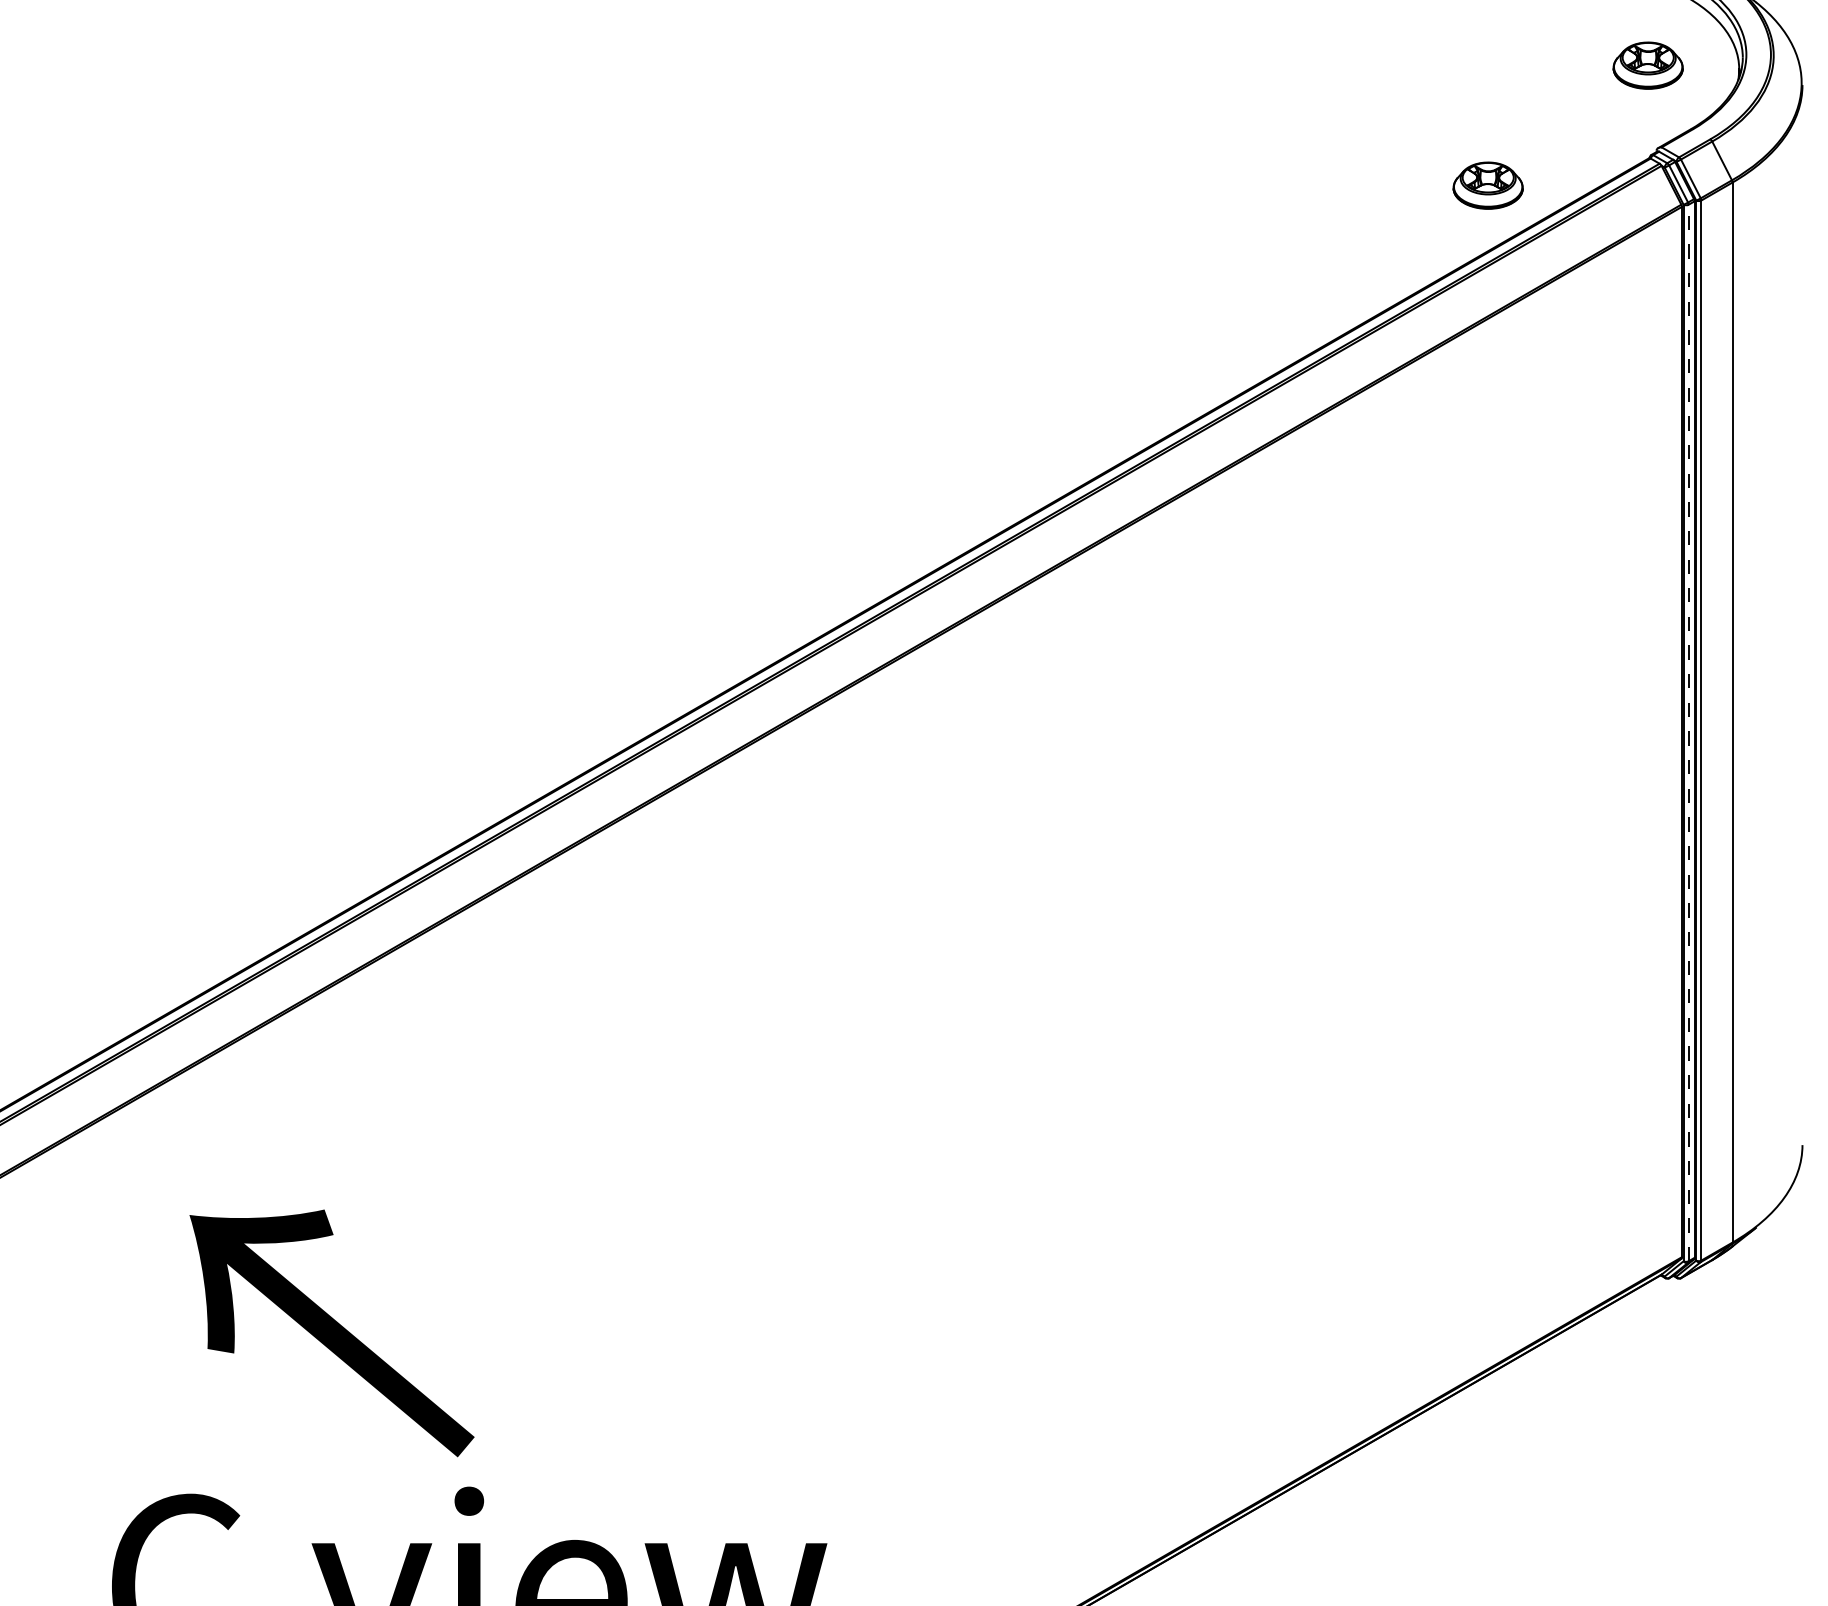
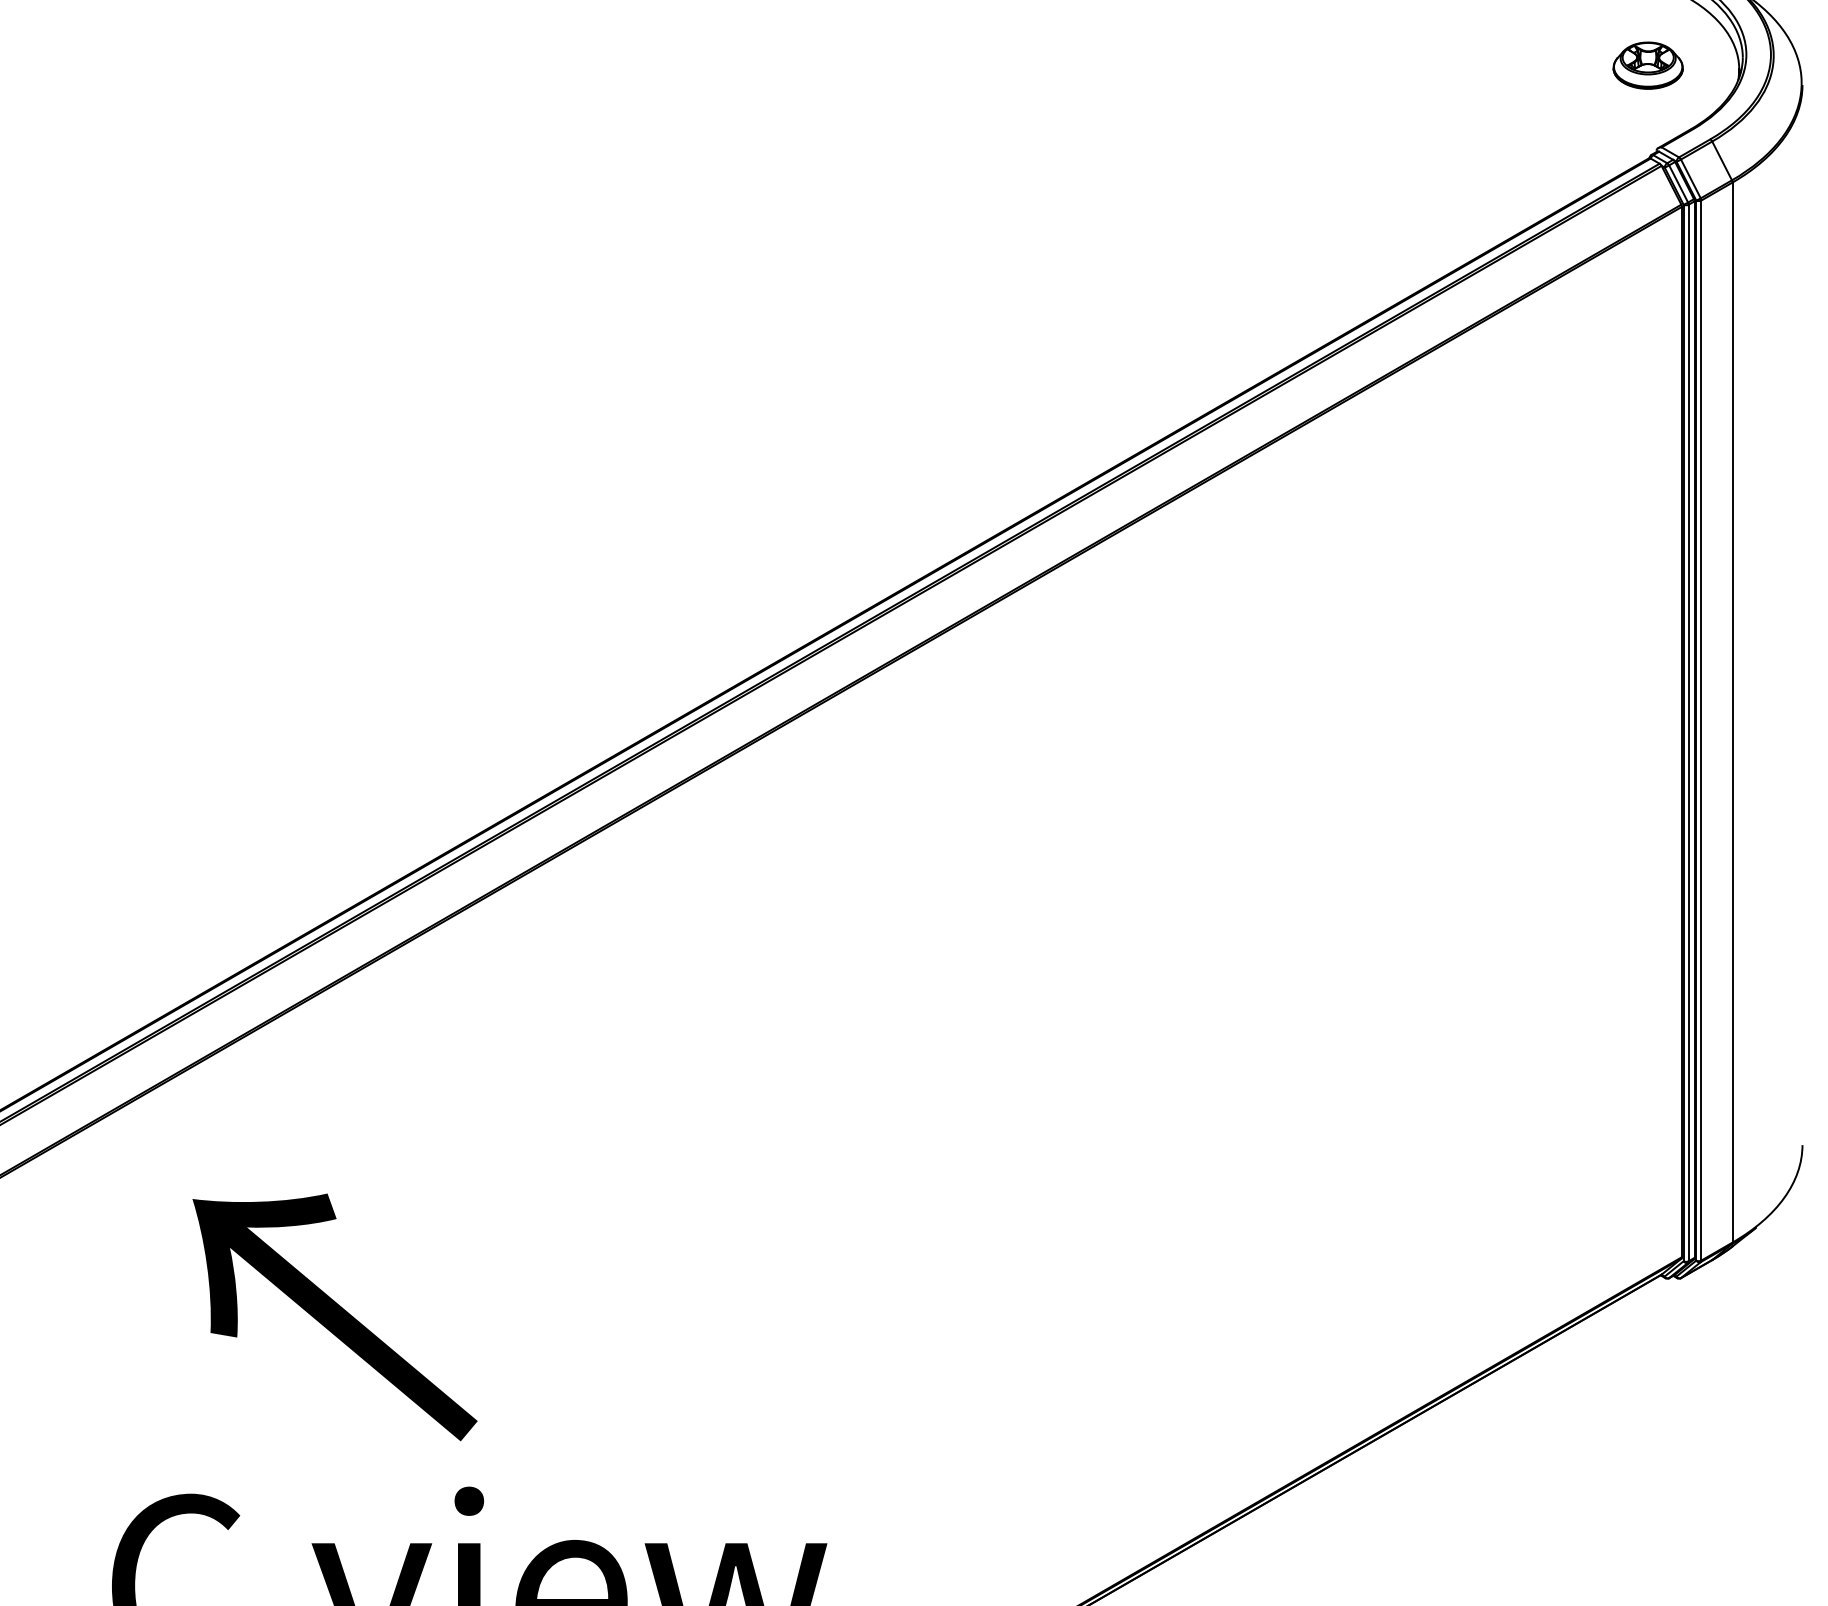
part at (1487, 185): present -> none
line at (1688, 732): dashed -> solid
text at (331, 1333) position: (331, 1333) -> (334, 1317)
